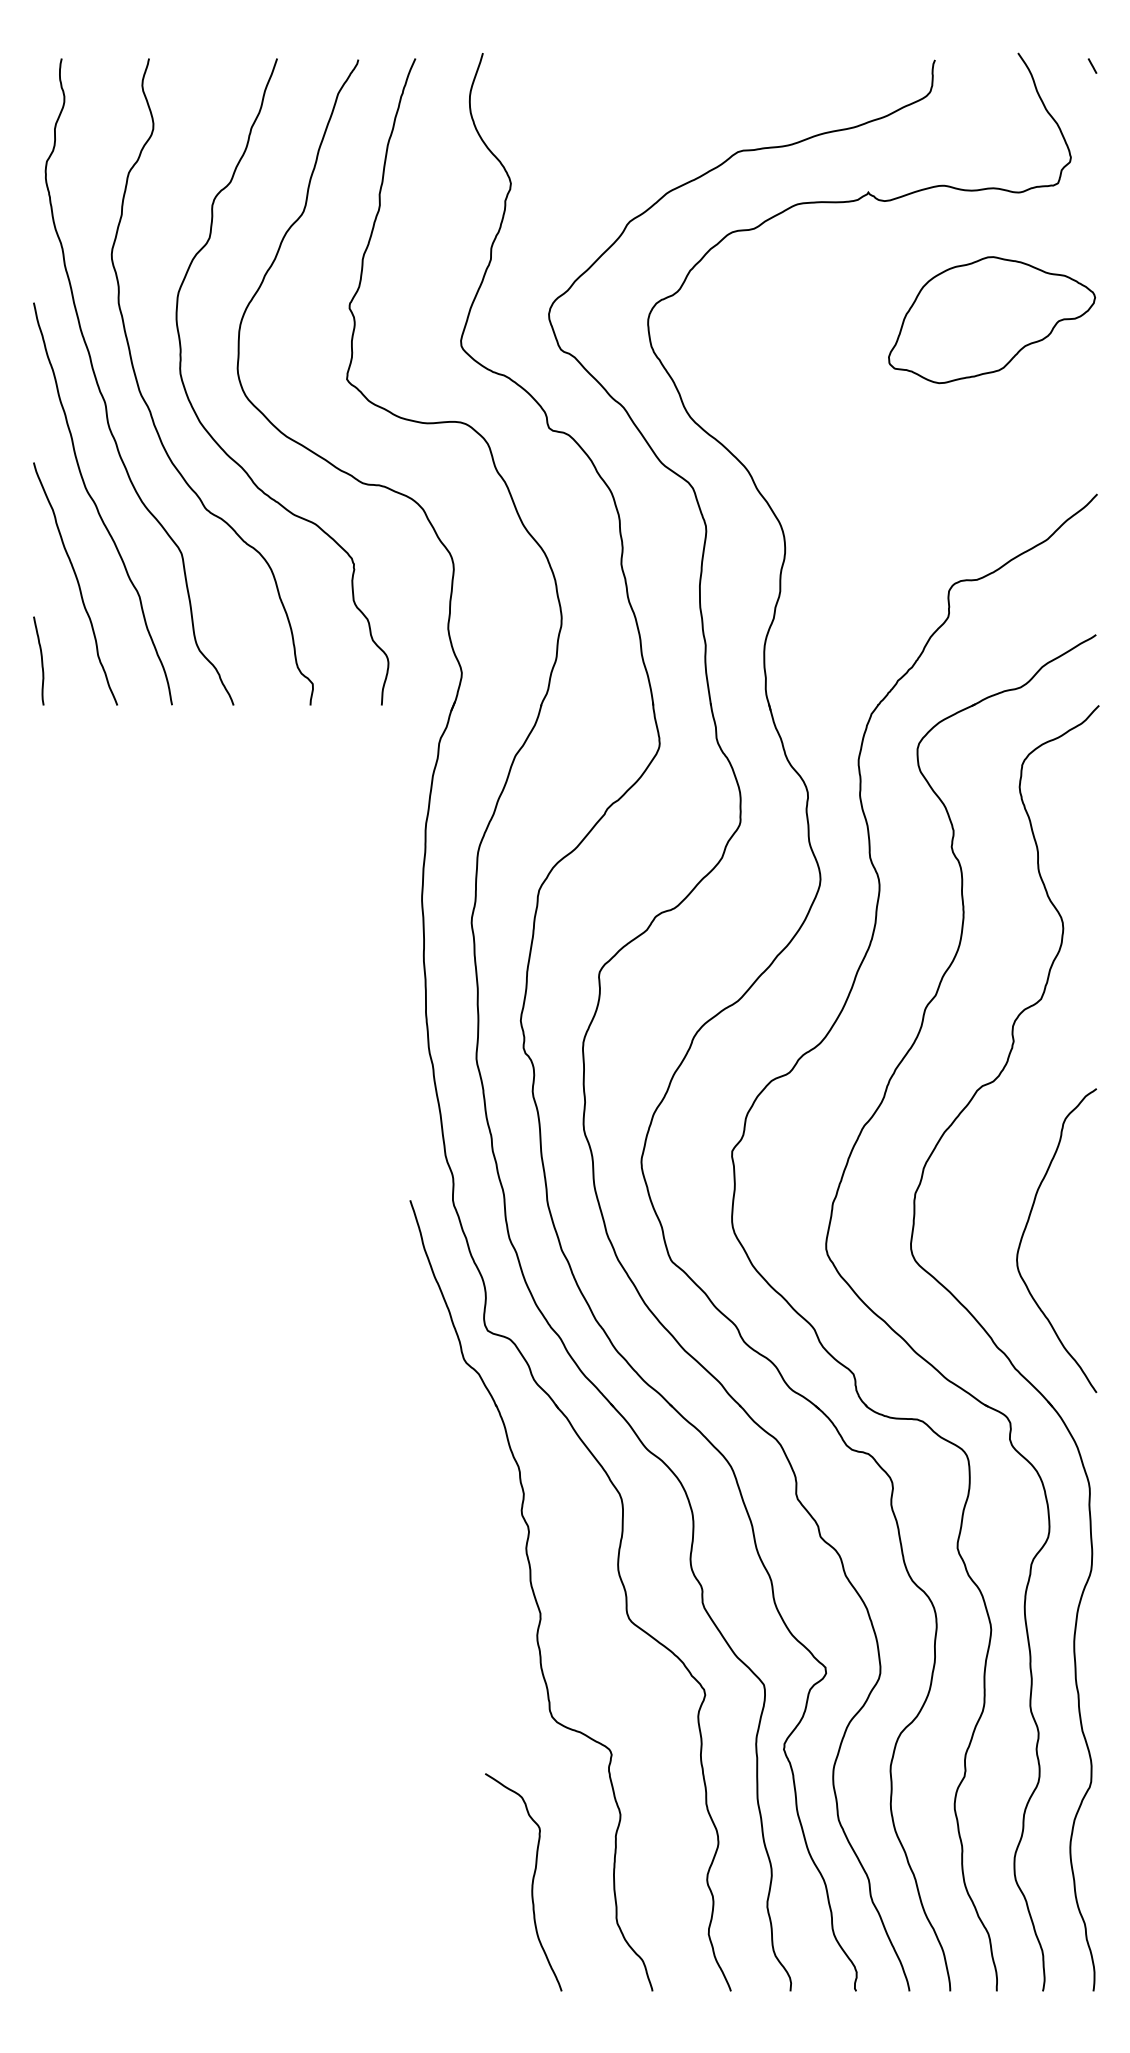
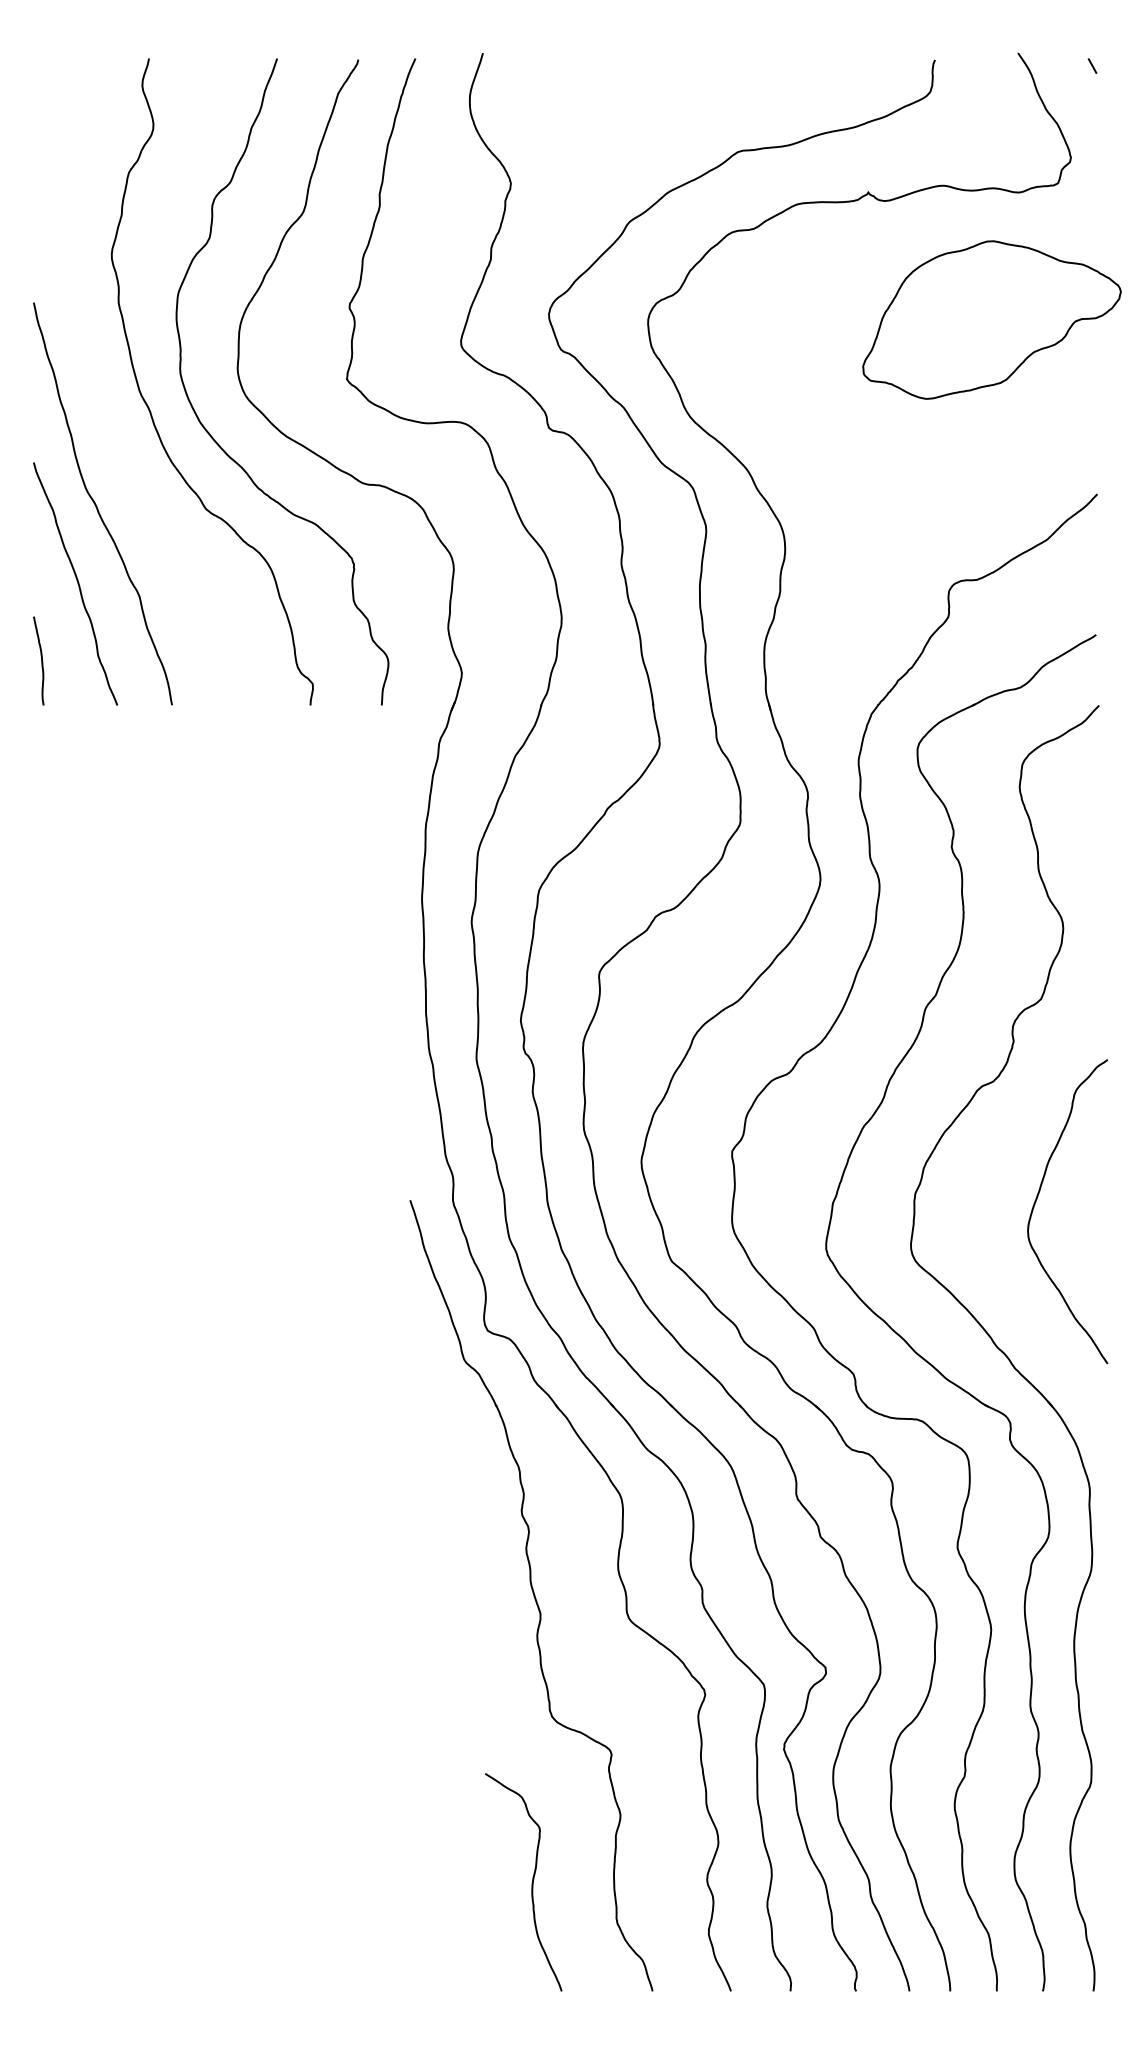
part at (991, 320) size: 208x129 px -> 260x160 px
curve at (103, 395): present -> none
curve at (1025, 1231) position: (1025, 1231) -> (1036, 1202)
